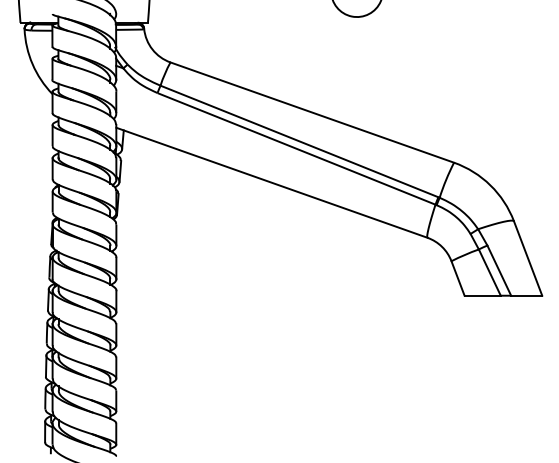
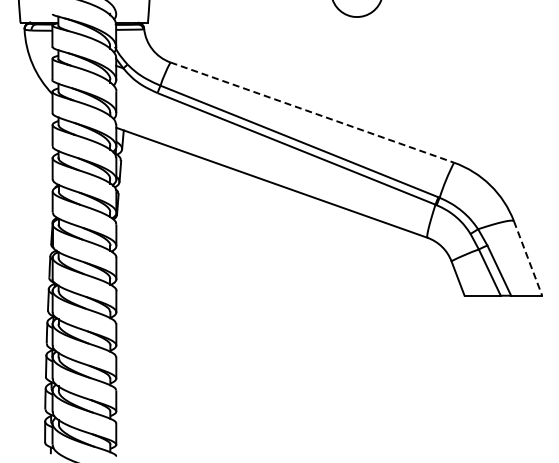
line at (312, 112): solid -> dashed
line at (528, 258): solid -> dashed
